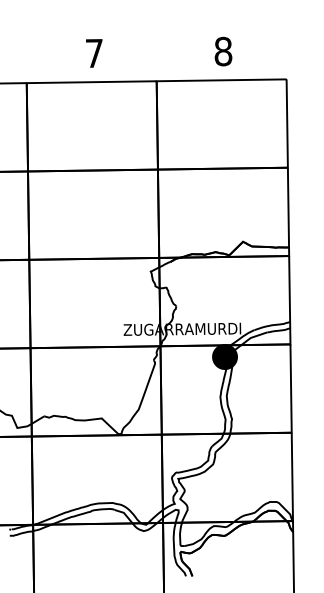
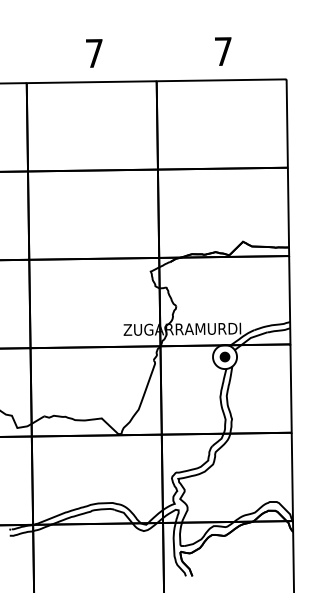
text at (223, 51): 8 -> 7
fill at (225, 357): present -> none
